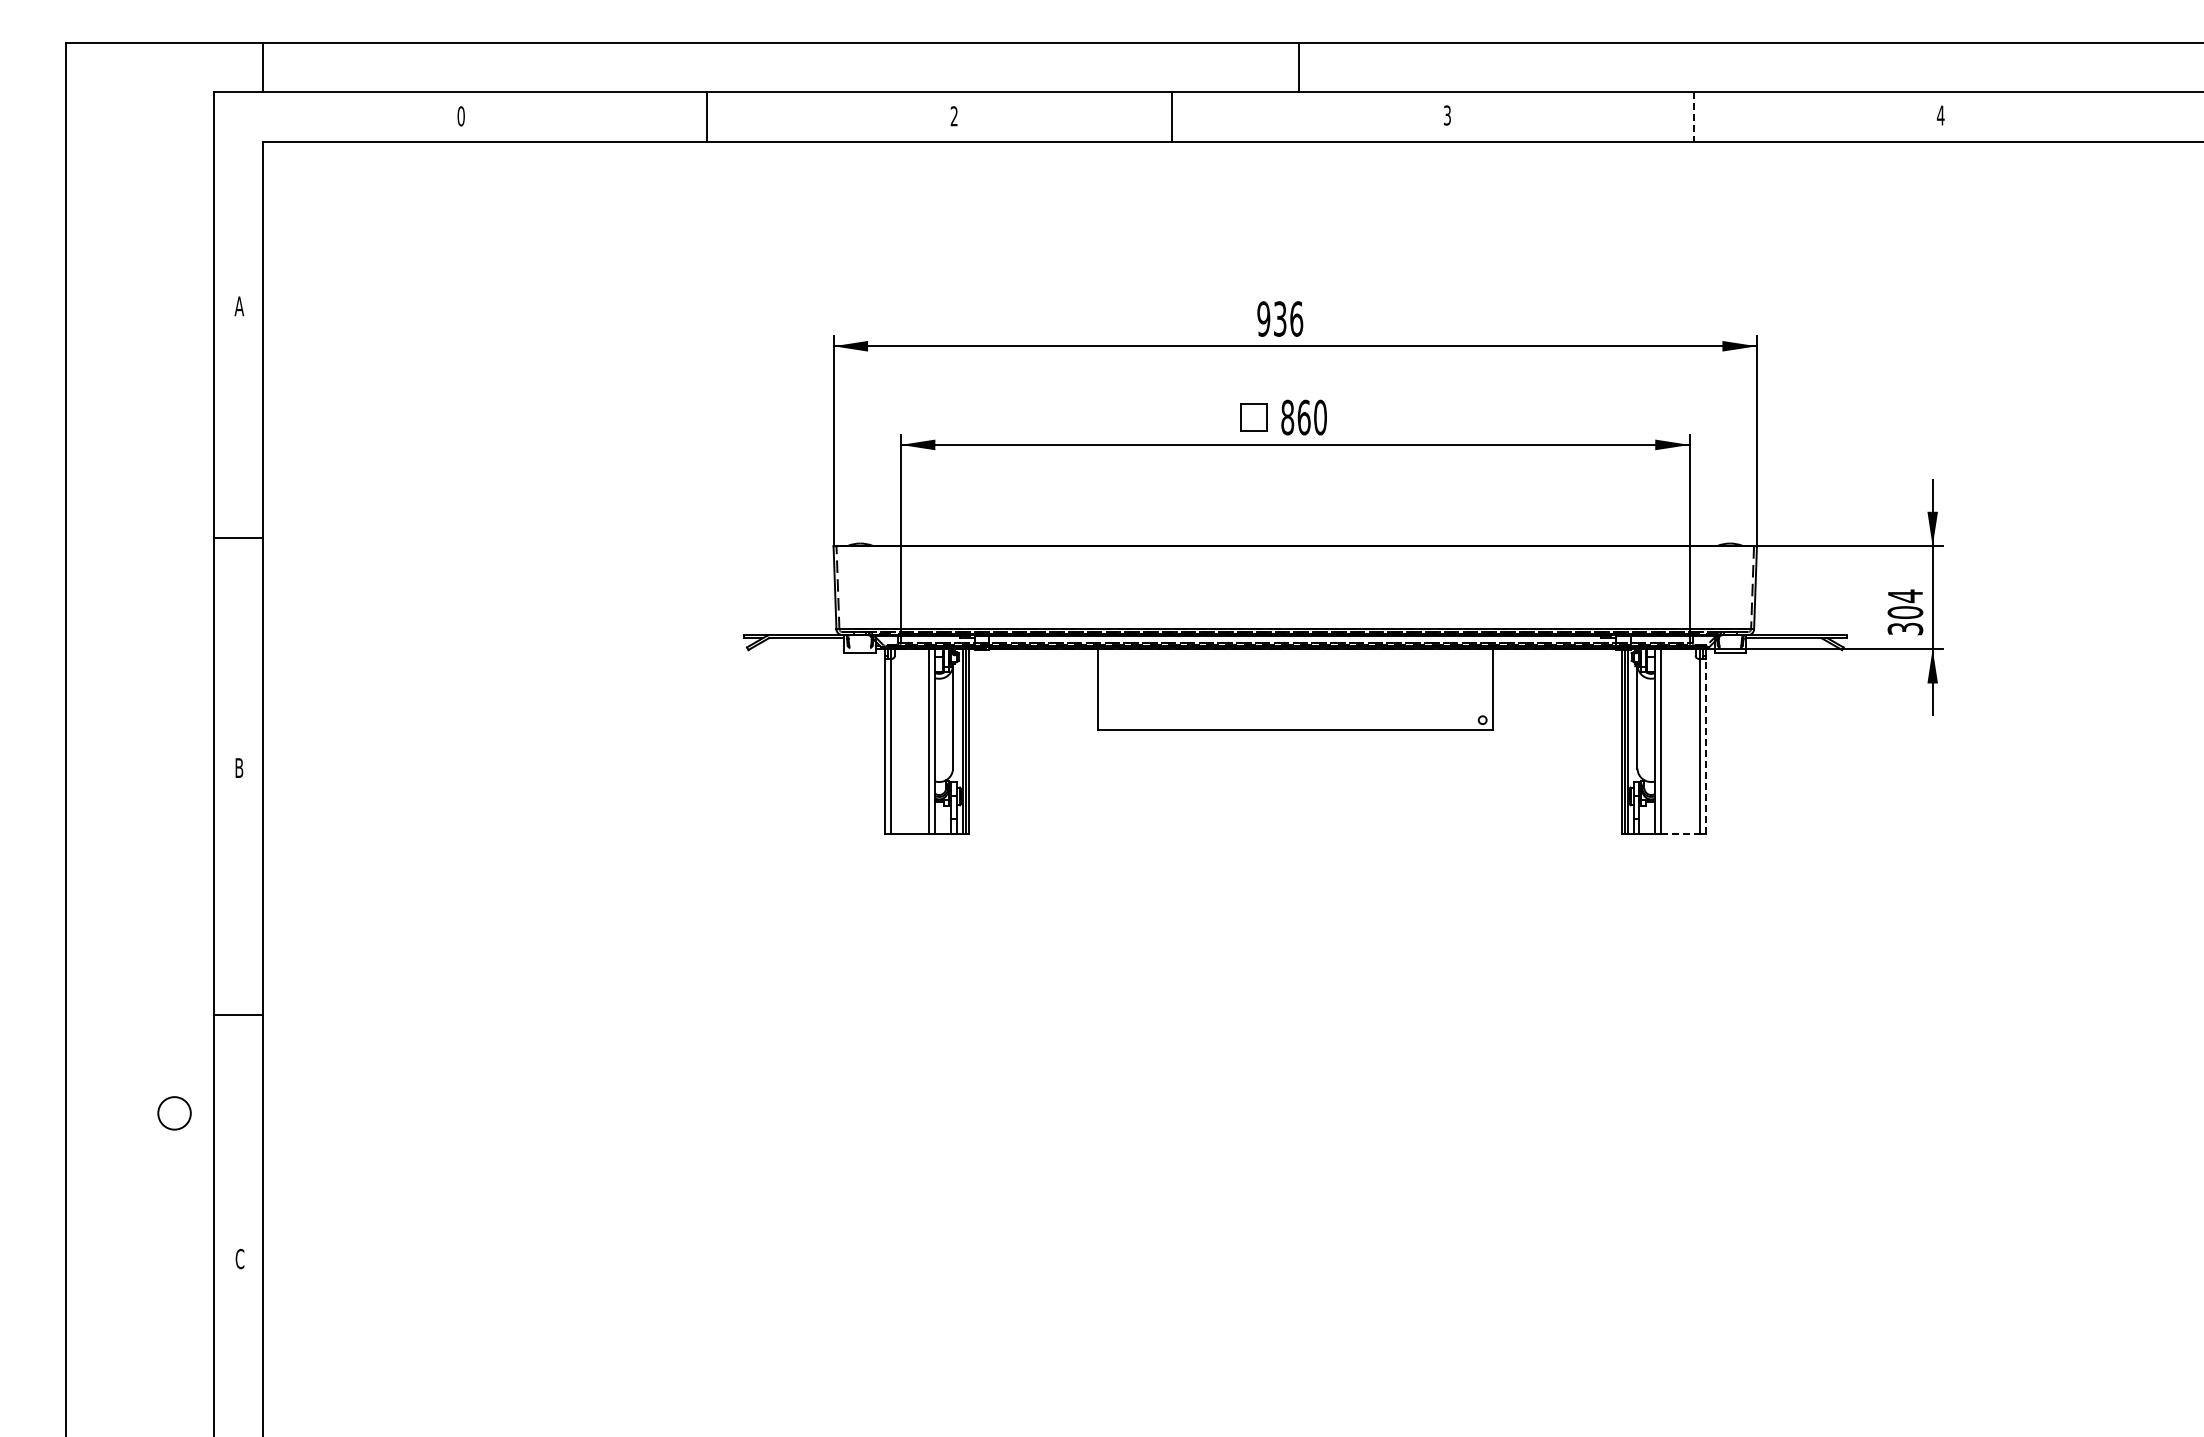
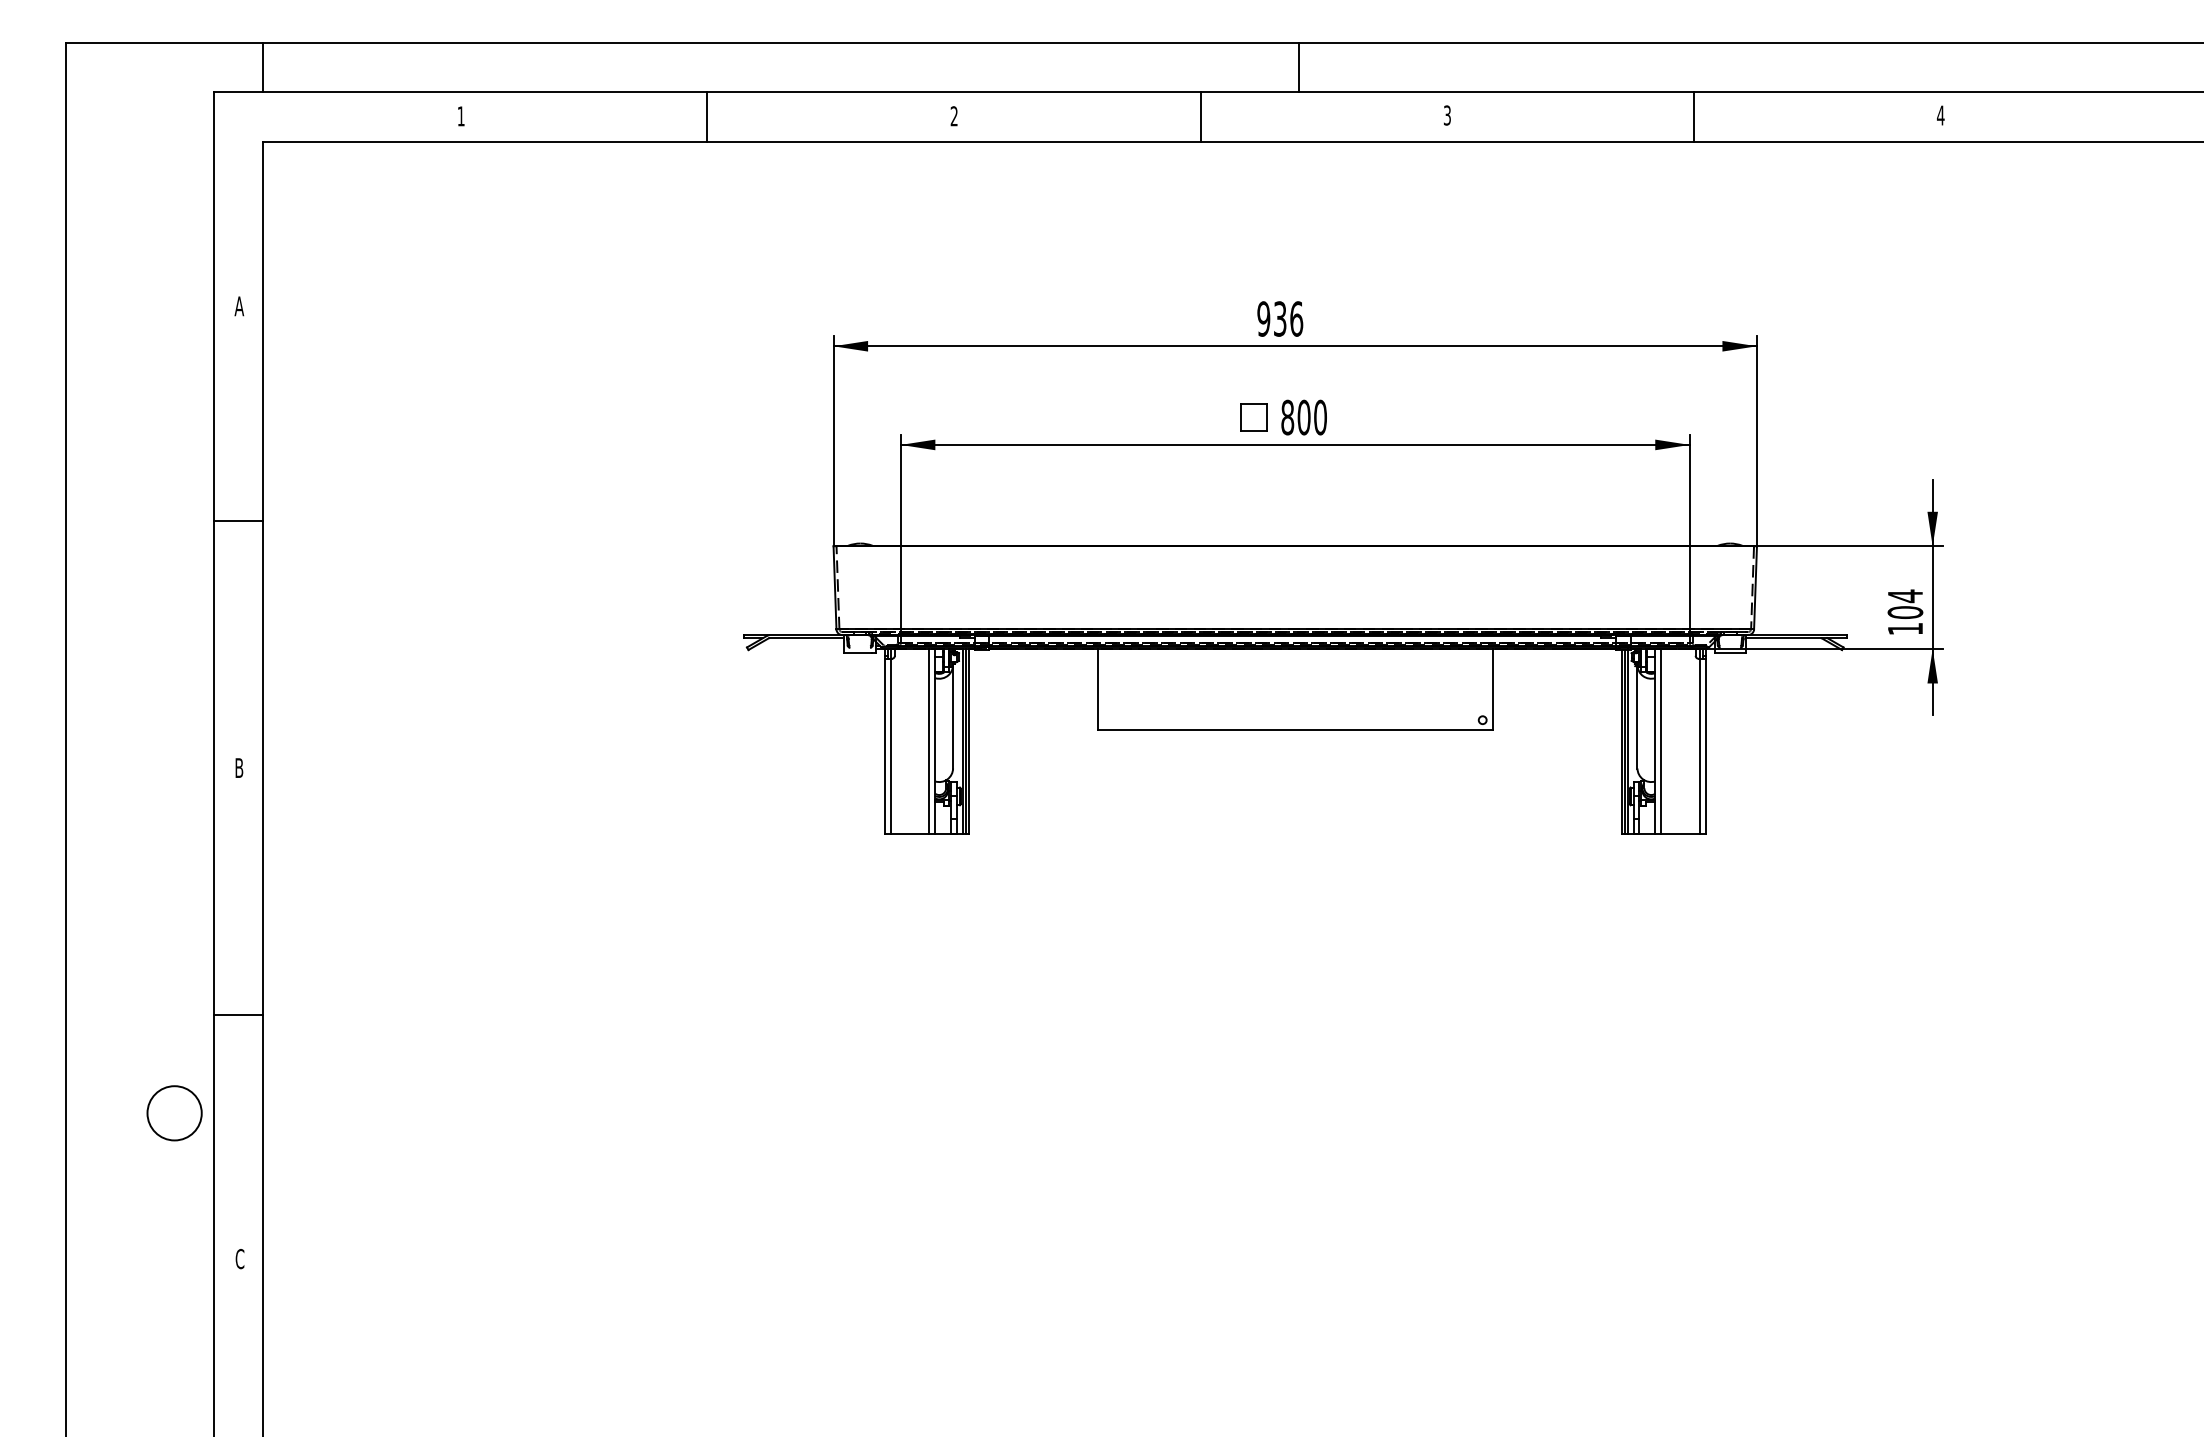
text at (460, 116): 0 -> 1
line at (1171, 116) position: (1171, 116) -> (1200, 116)
line at (1693, 116): dashed -> solid
text at (1303, 417): 860 -> 800
line at (238, 538) position: (238, 538) -> (238, 521)
text at (1905, 628): 304 -> 104
line at (1705, 746): dashed -> solid
line at (1680, 834): dashed -> solid
circle at (174, 1113) size: 35x35 px -> 57x57 px
